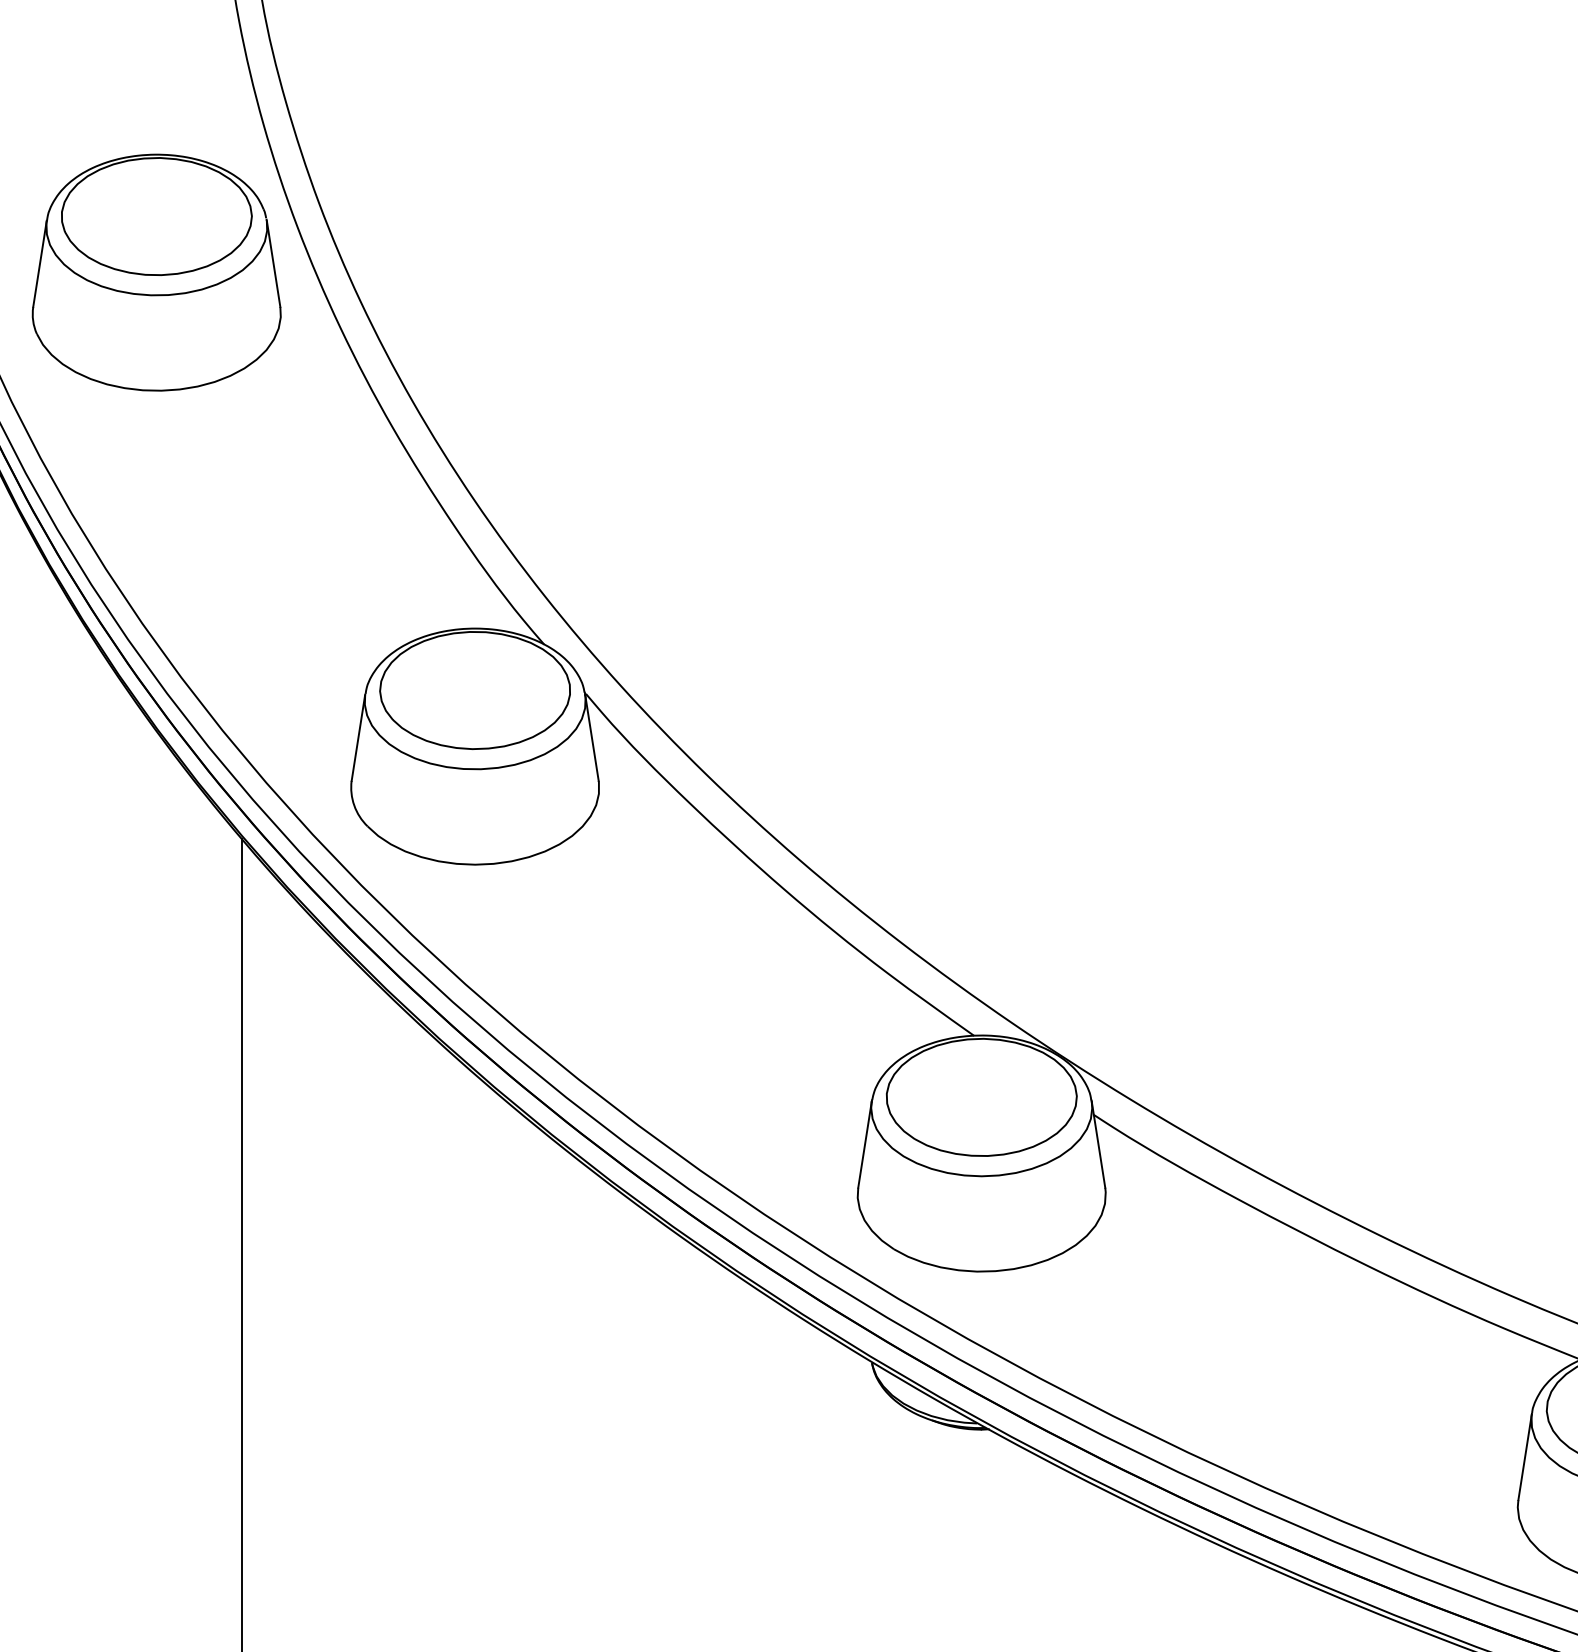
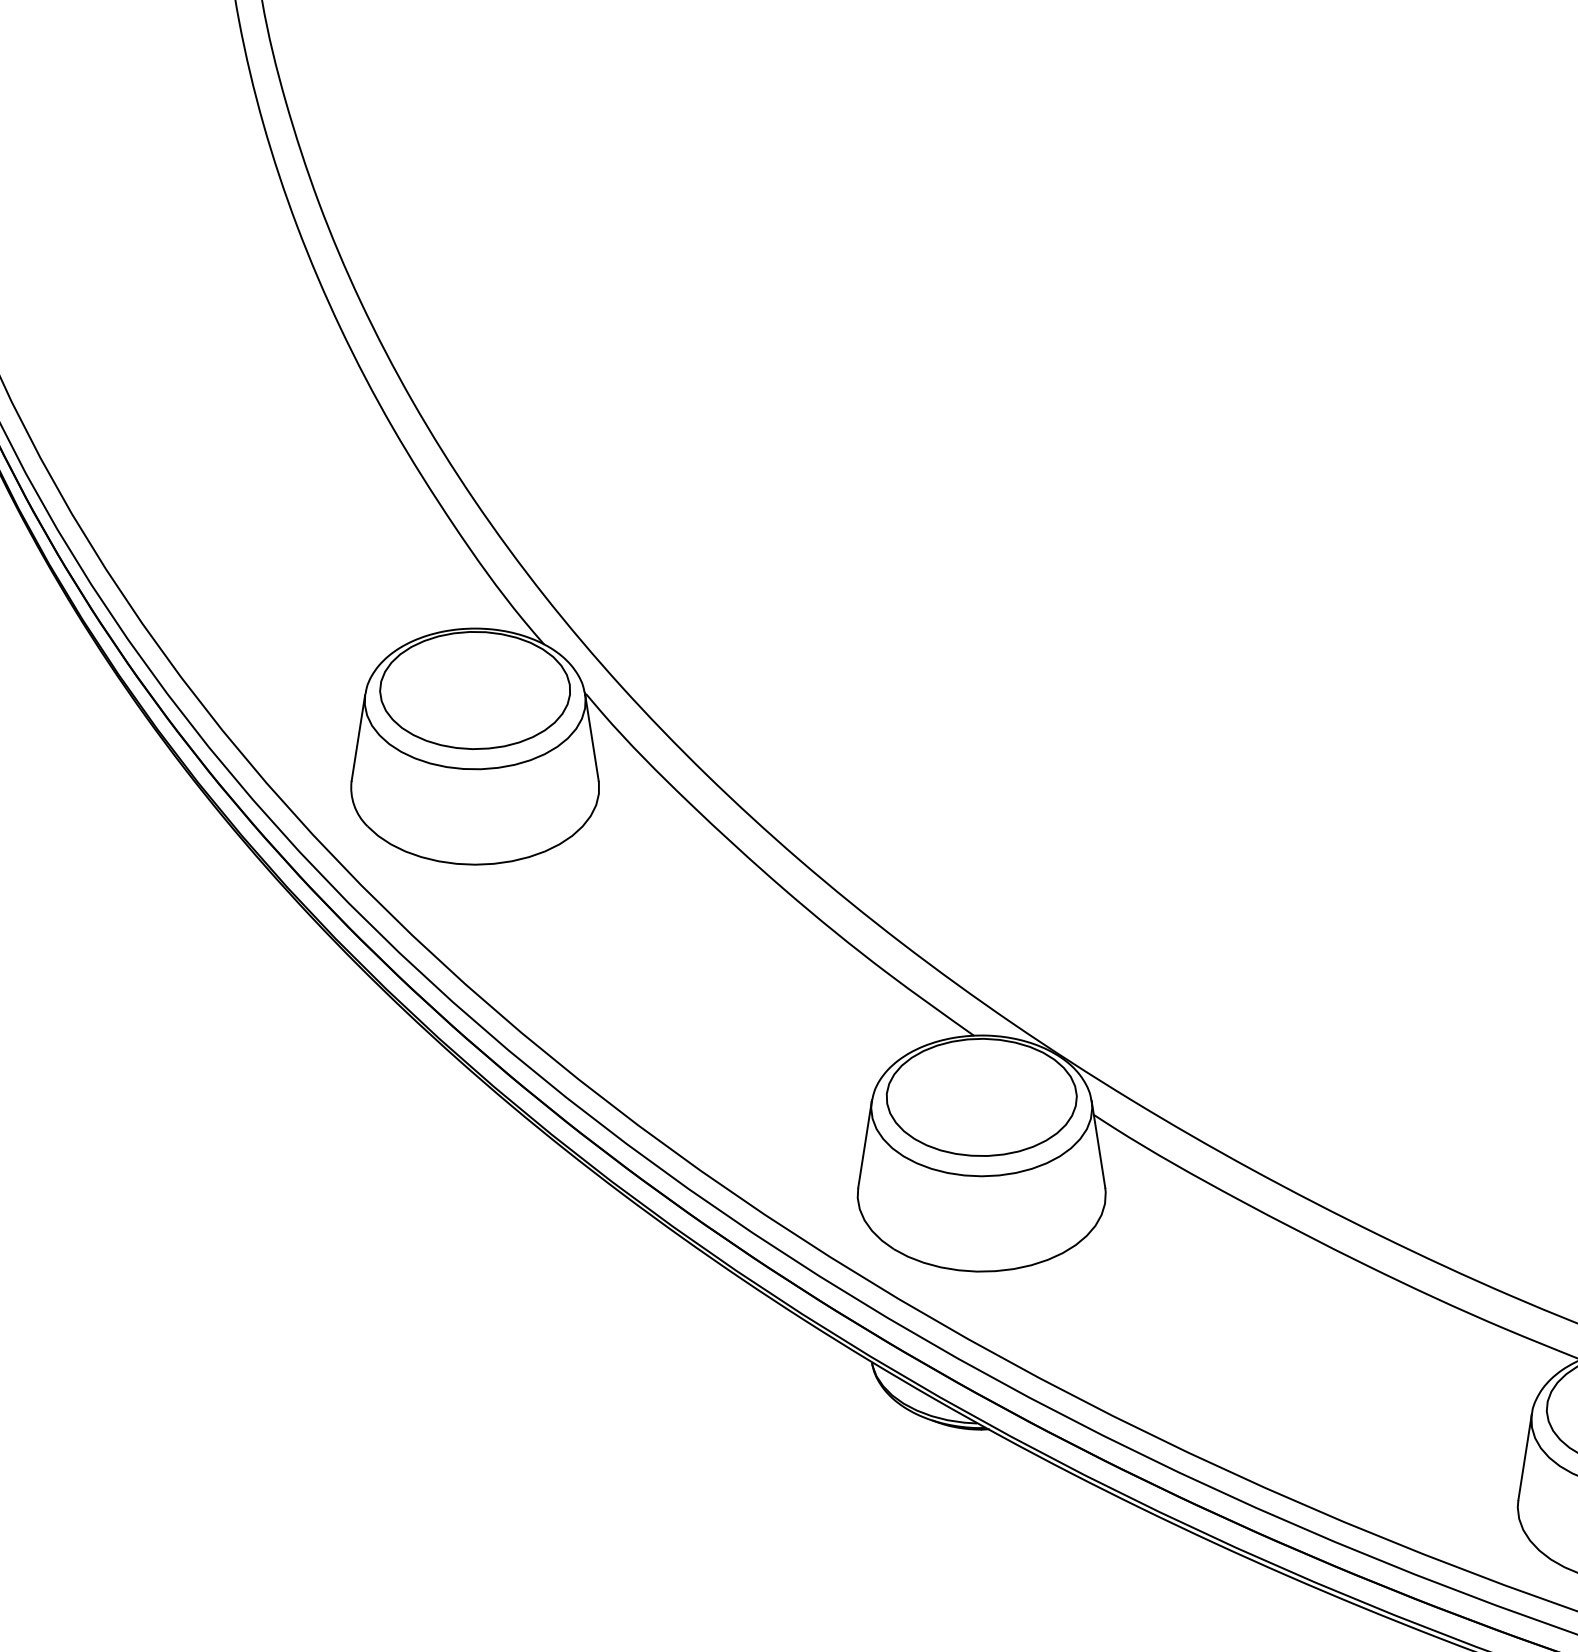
part at (156, 272): present -> none
line at (242, 1243): present -> none
